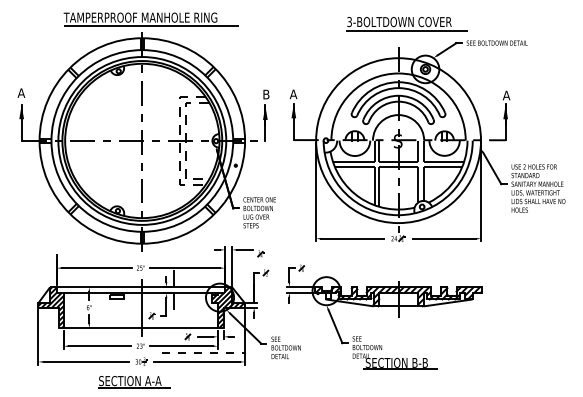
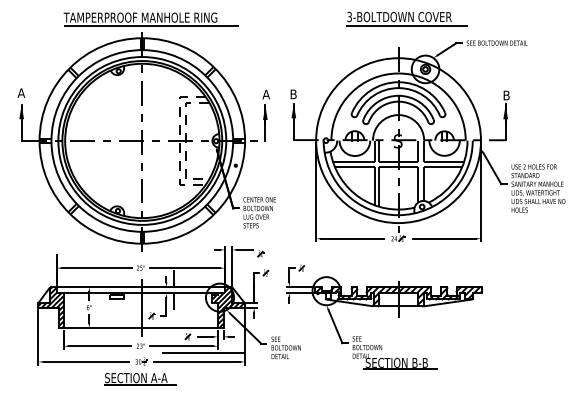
part at (406, 24) position: (406, 24) -> (406, 19)
text at (265, 94): B -> A
text at (293, 94): A -> B
text at (506, 95): A -> B
line at (203, 352): dashed -> solid
part at (134, 382) position: (134, 382) -> (140, 379)
